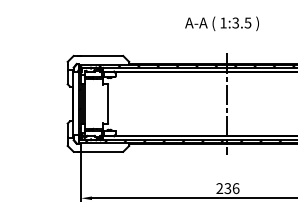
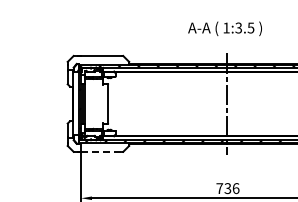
text at (221, 23) position: (221, 23) -> (224, 28)
line at (101, 152): solid -> dashed
text at (219, 188): 236 -> 736
